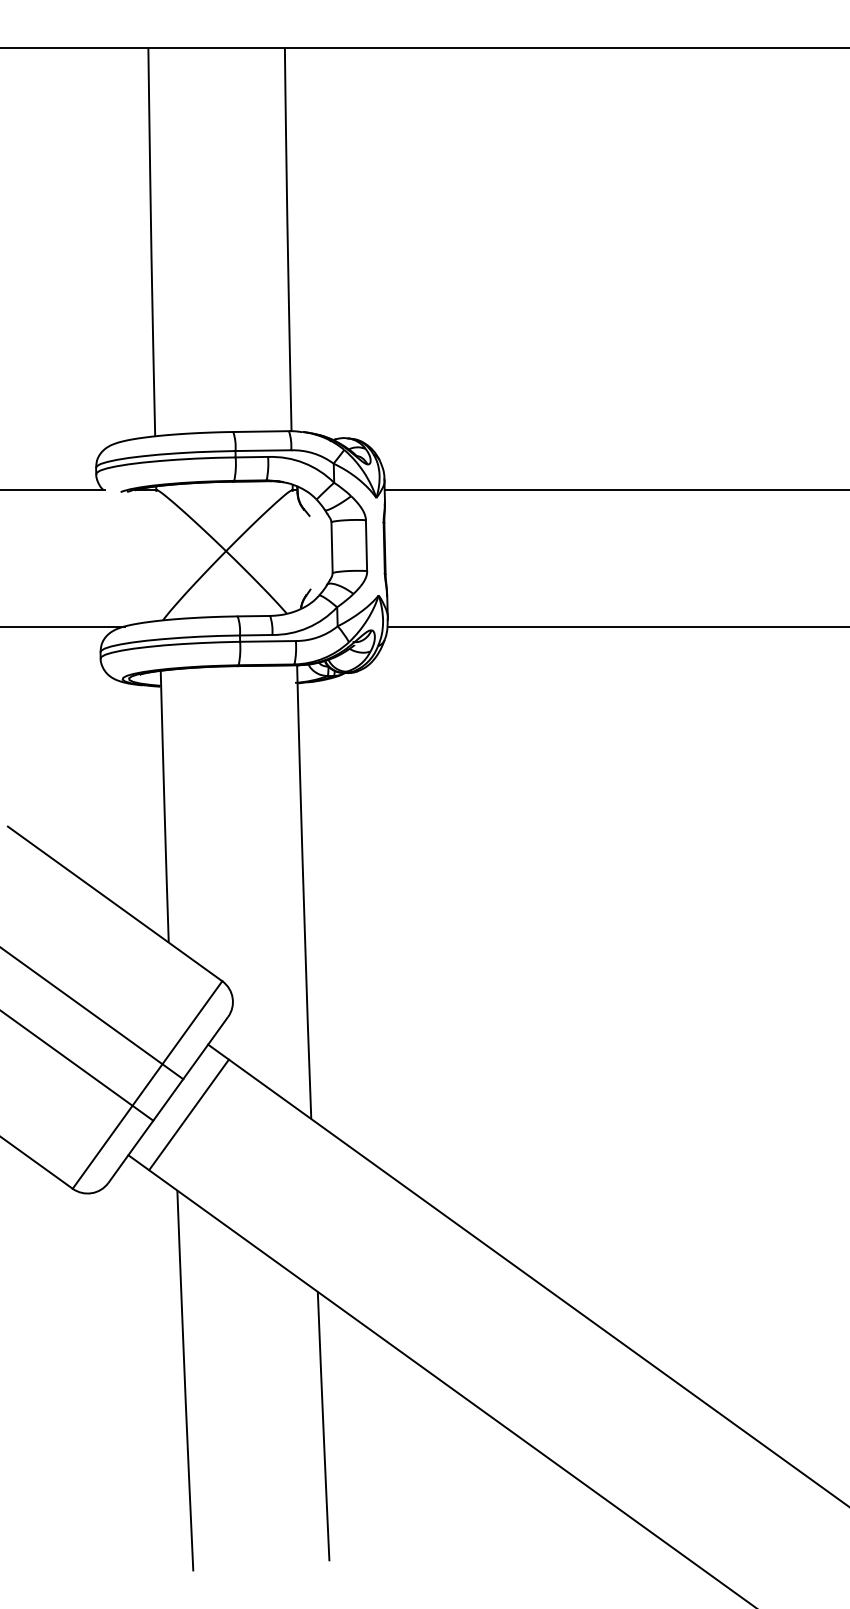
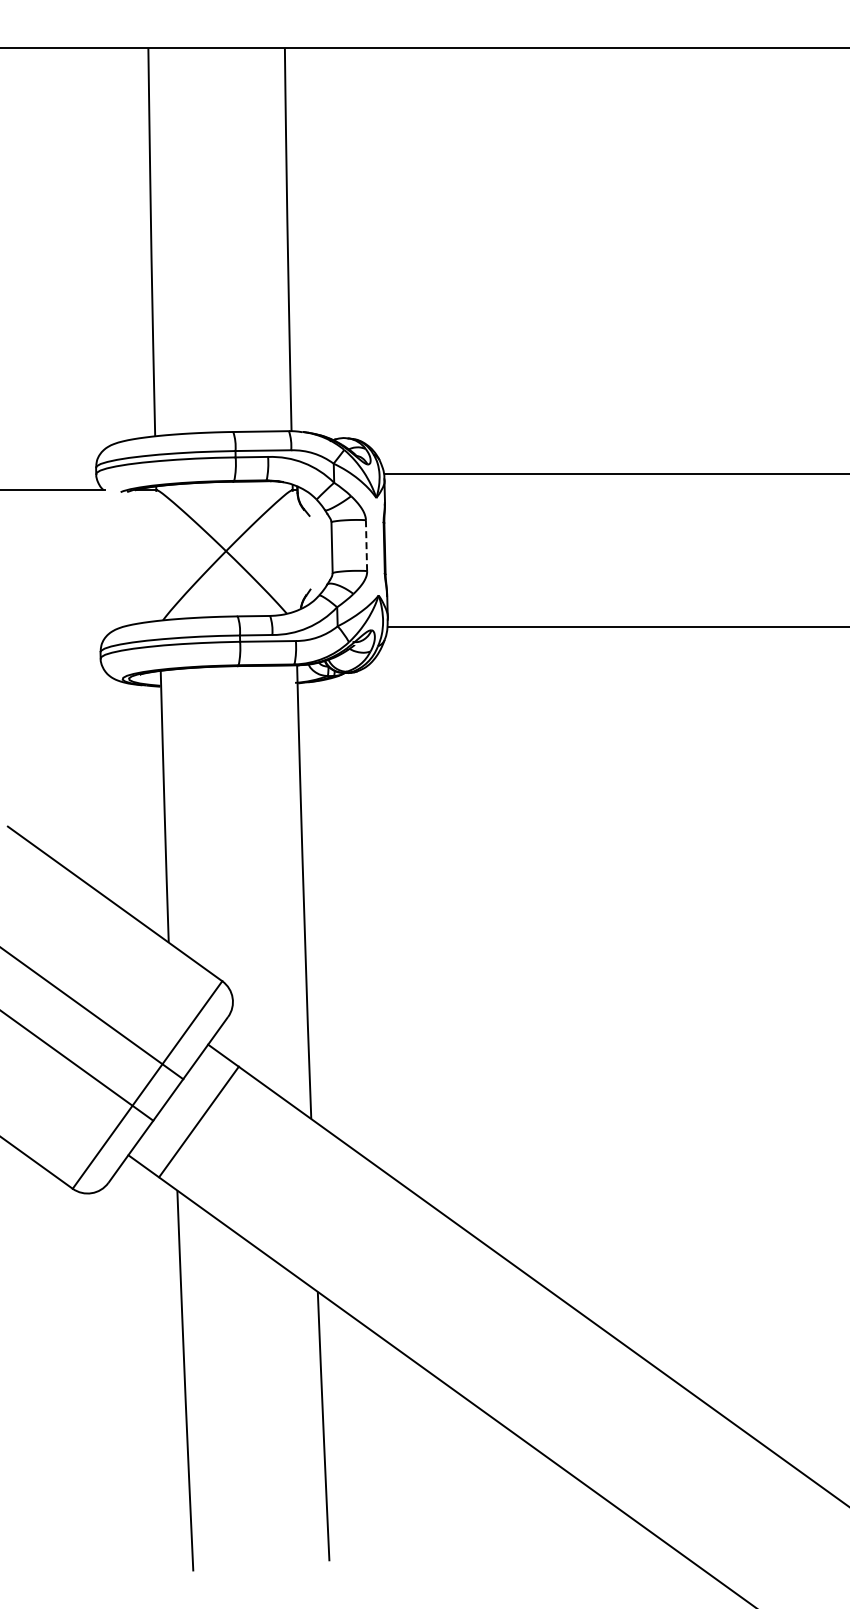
line at (615, 490) position: (615, 490) -> (615, 474)
line at (366, 546): solid -> dashed
line at (63, 626): present -> none
line at (188, 1114) position: (188, 1114) -> (198, 1121)
